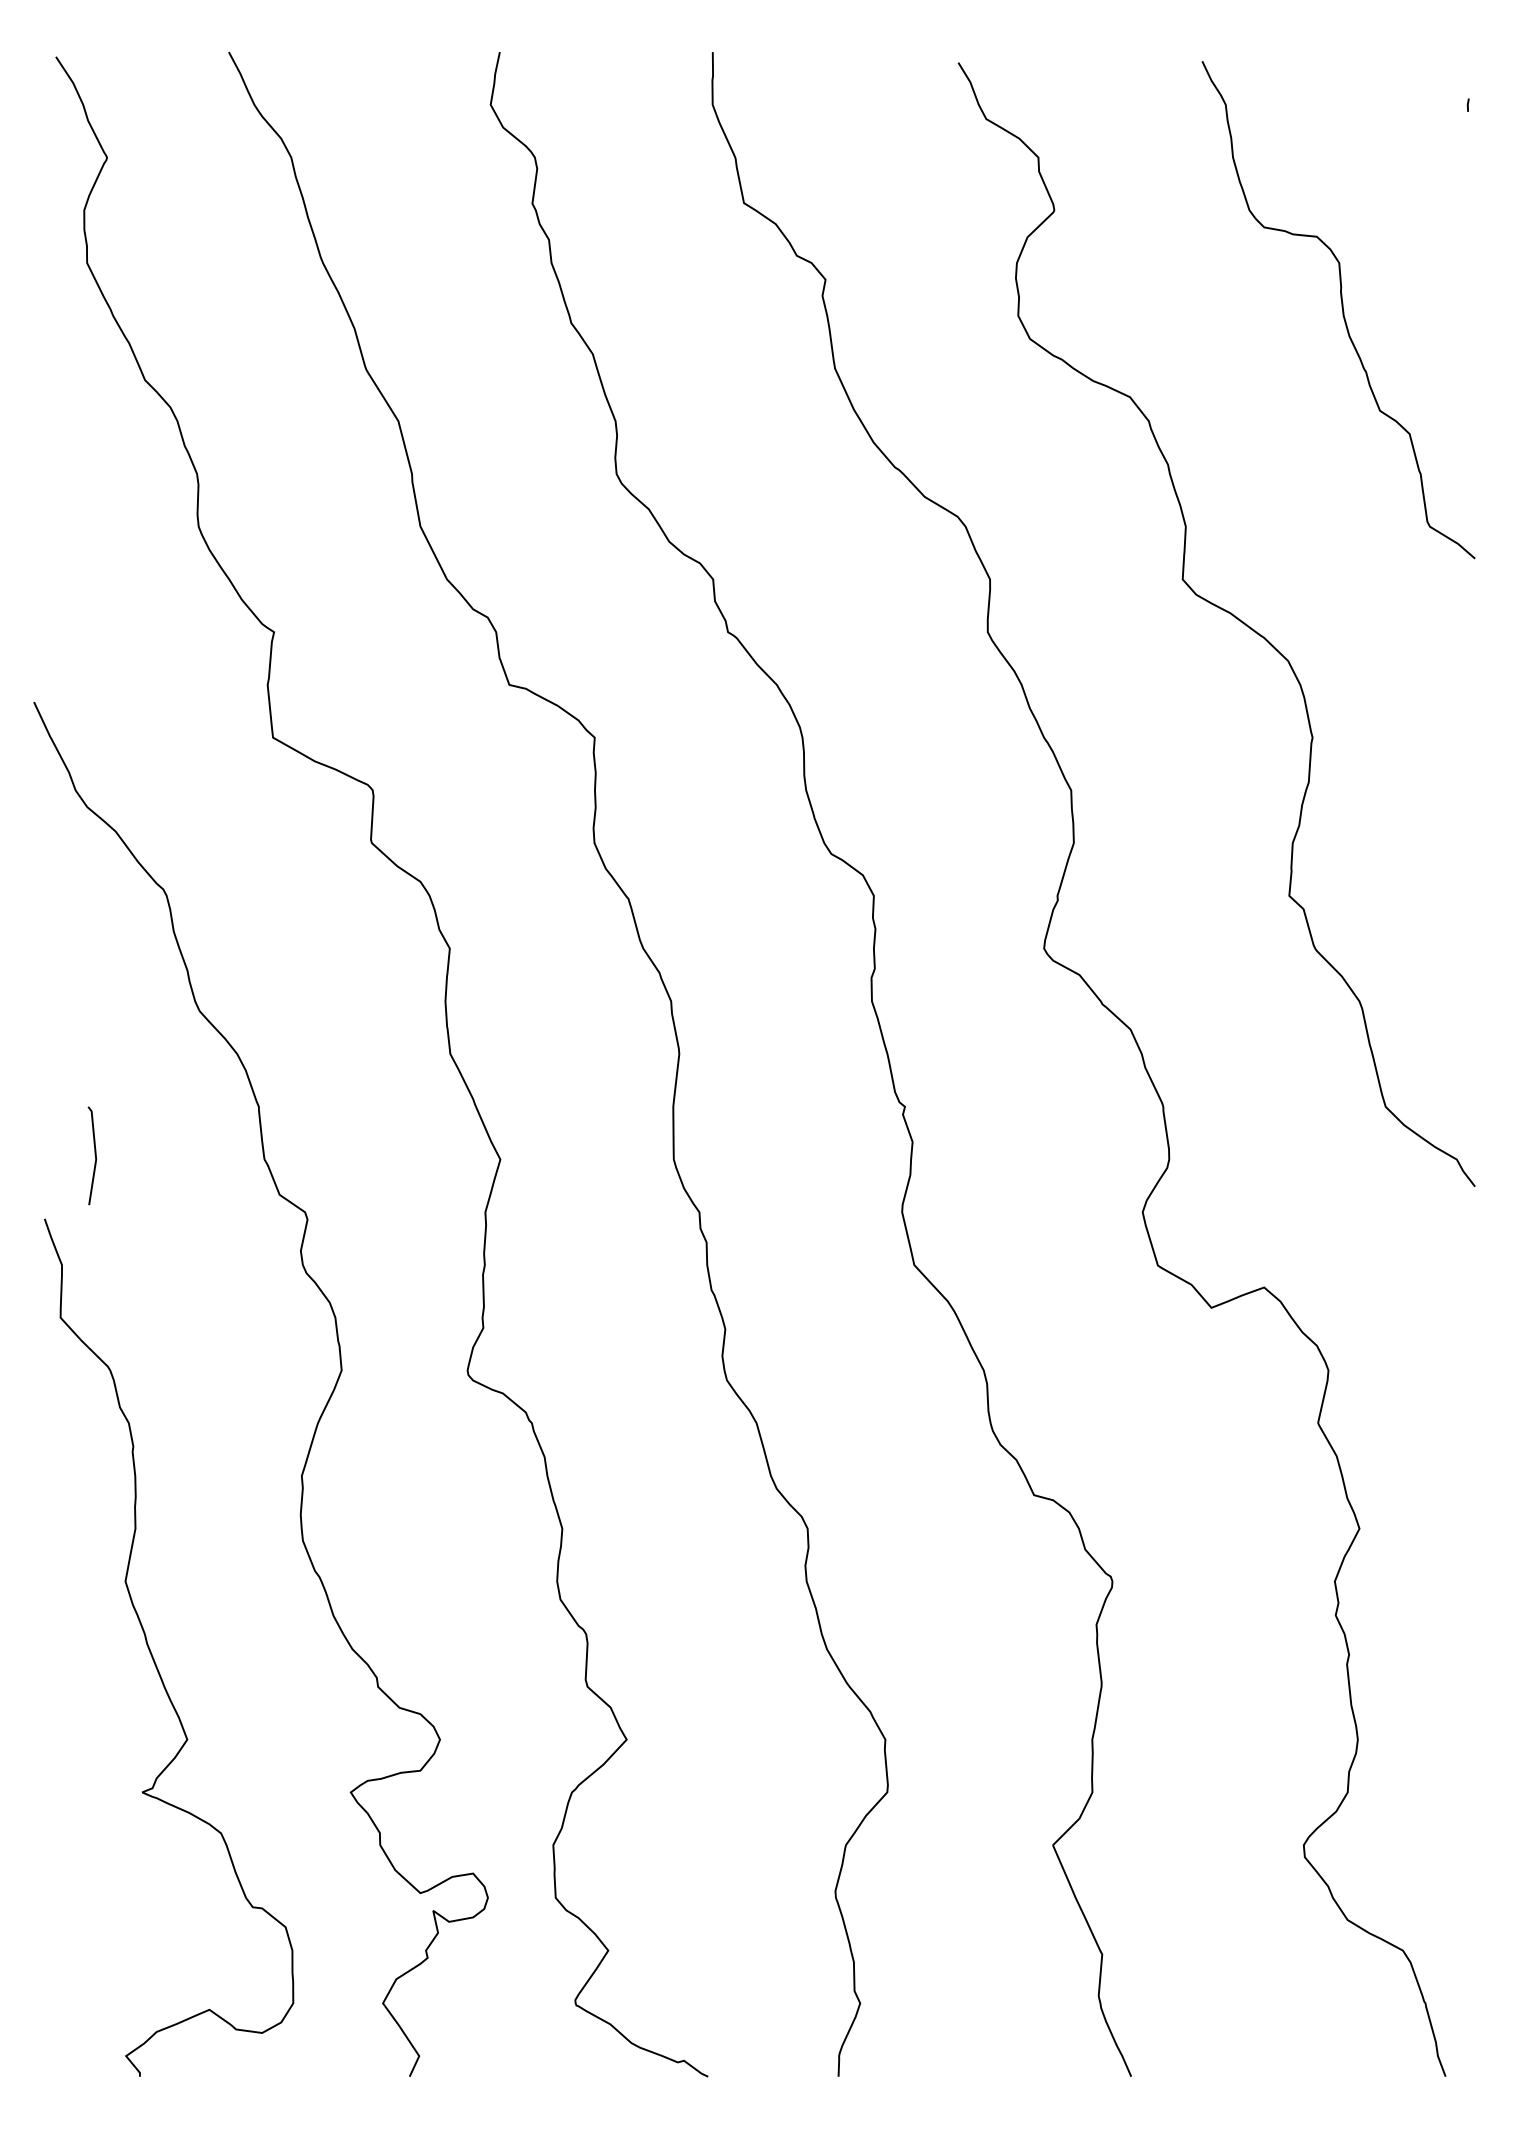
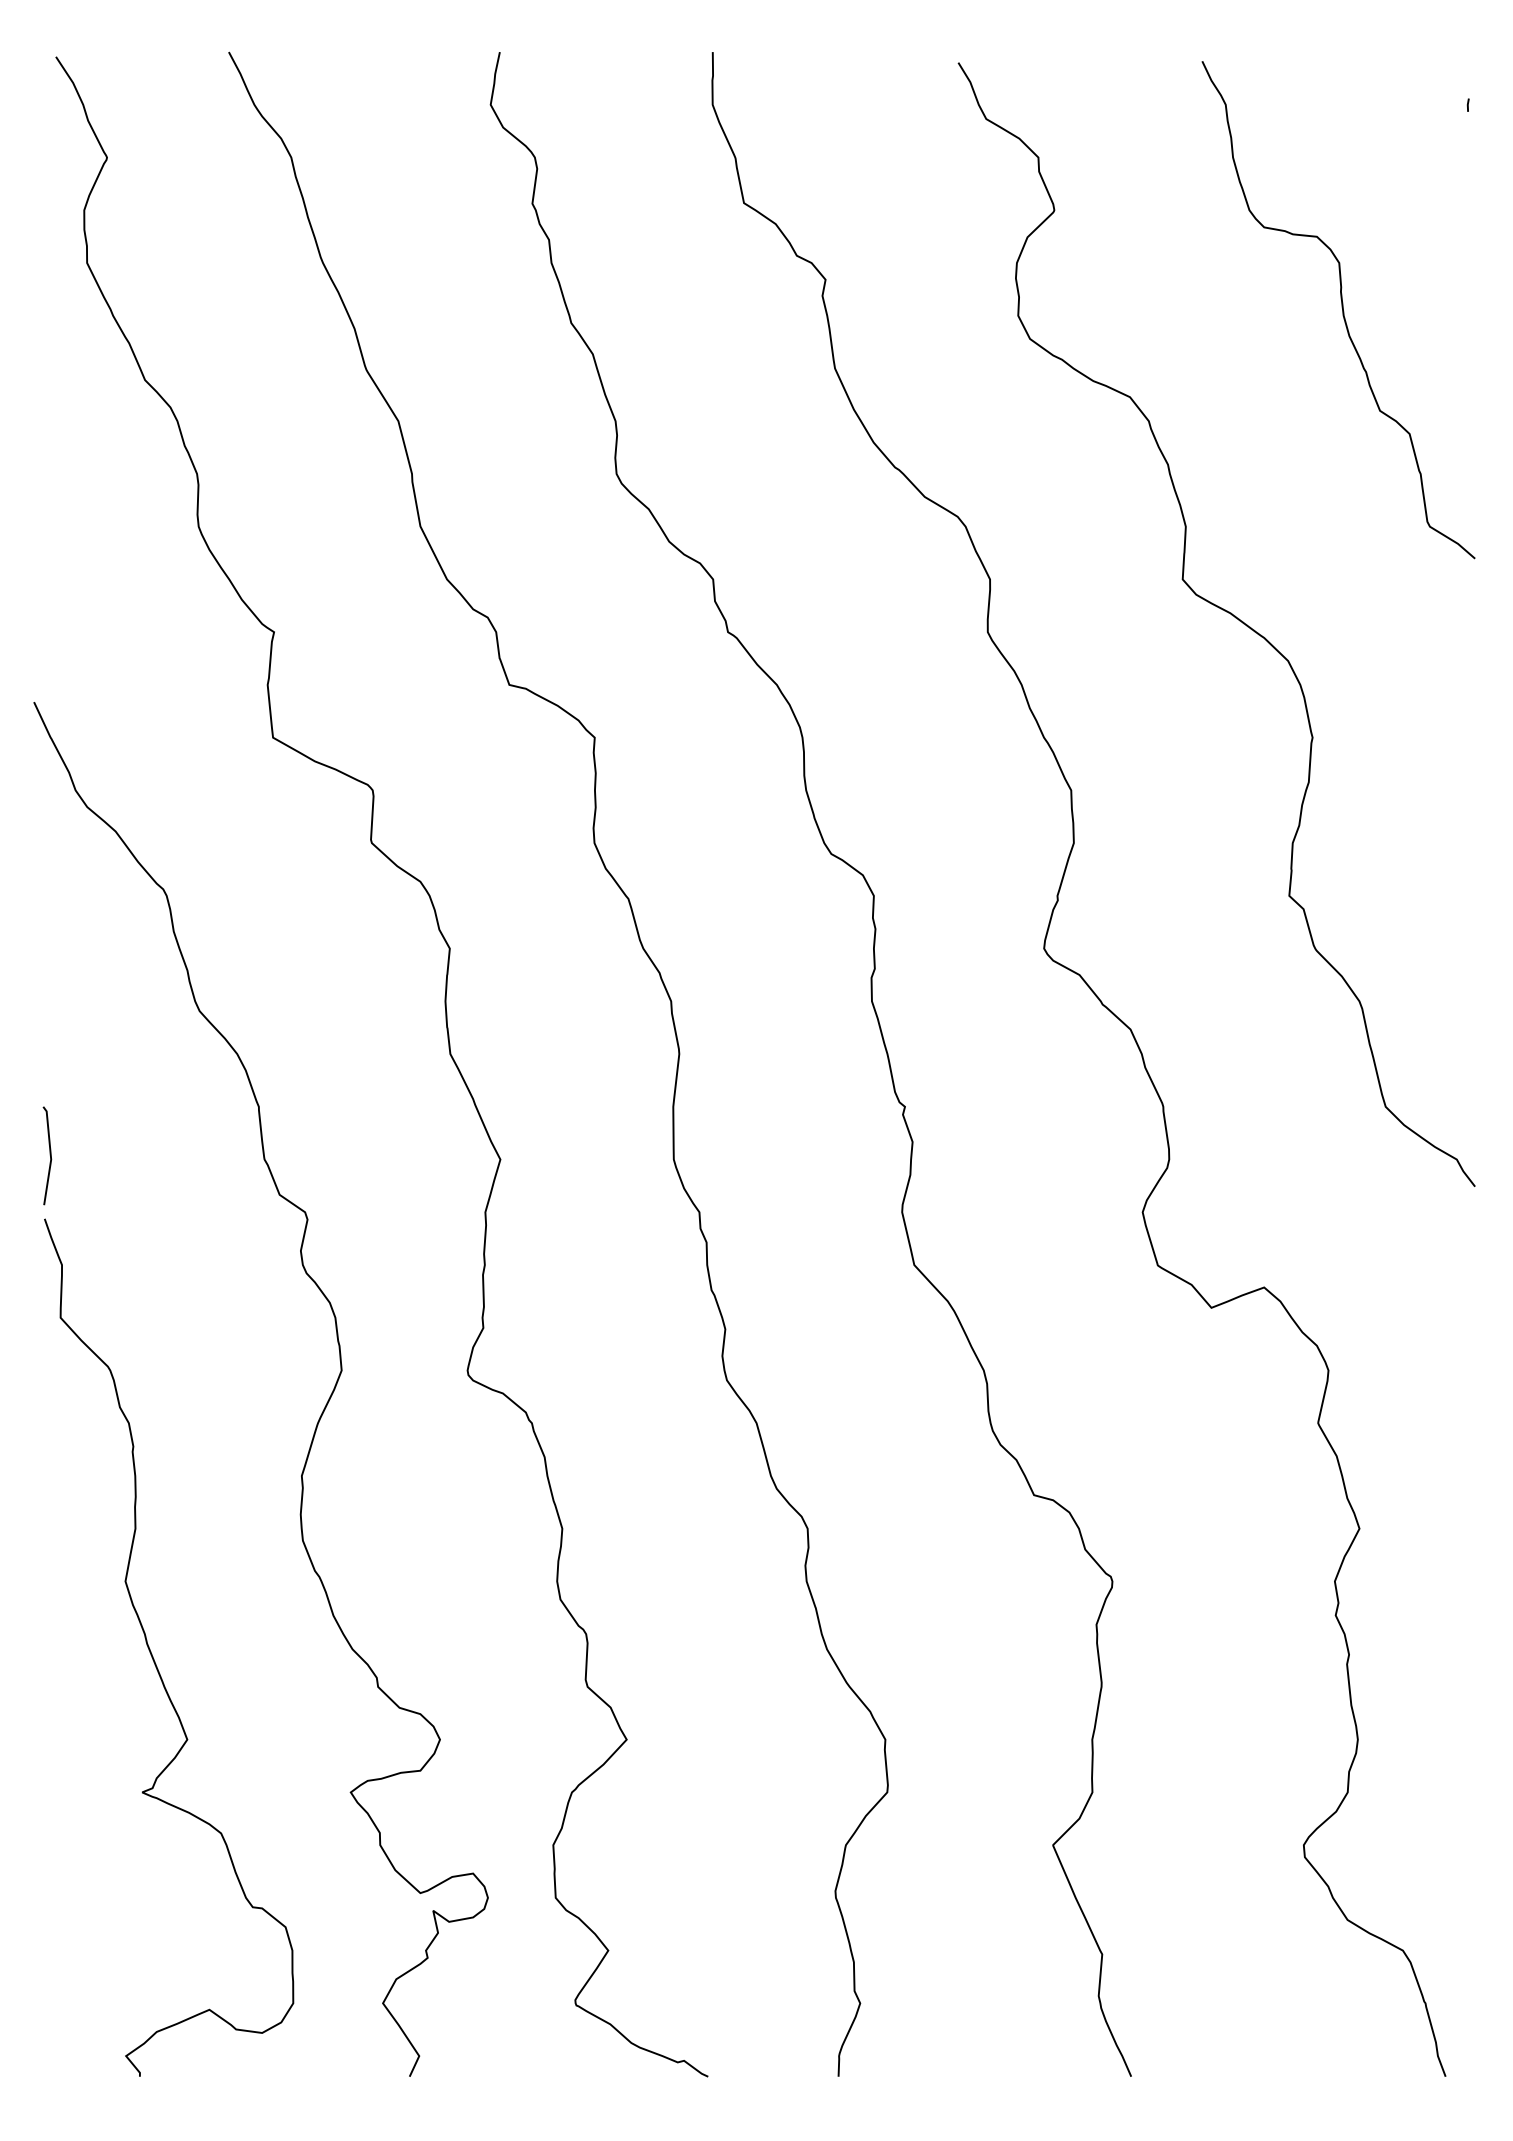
line at (94, 1155) position: (94, 1155) -> (49, 1155)
